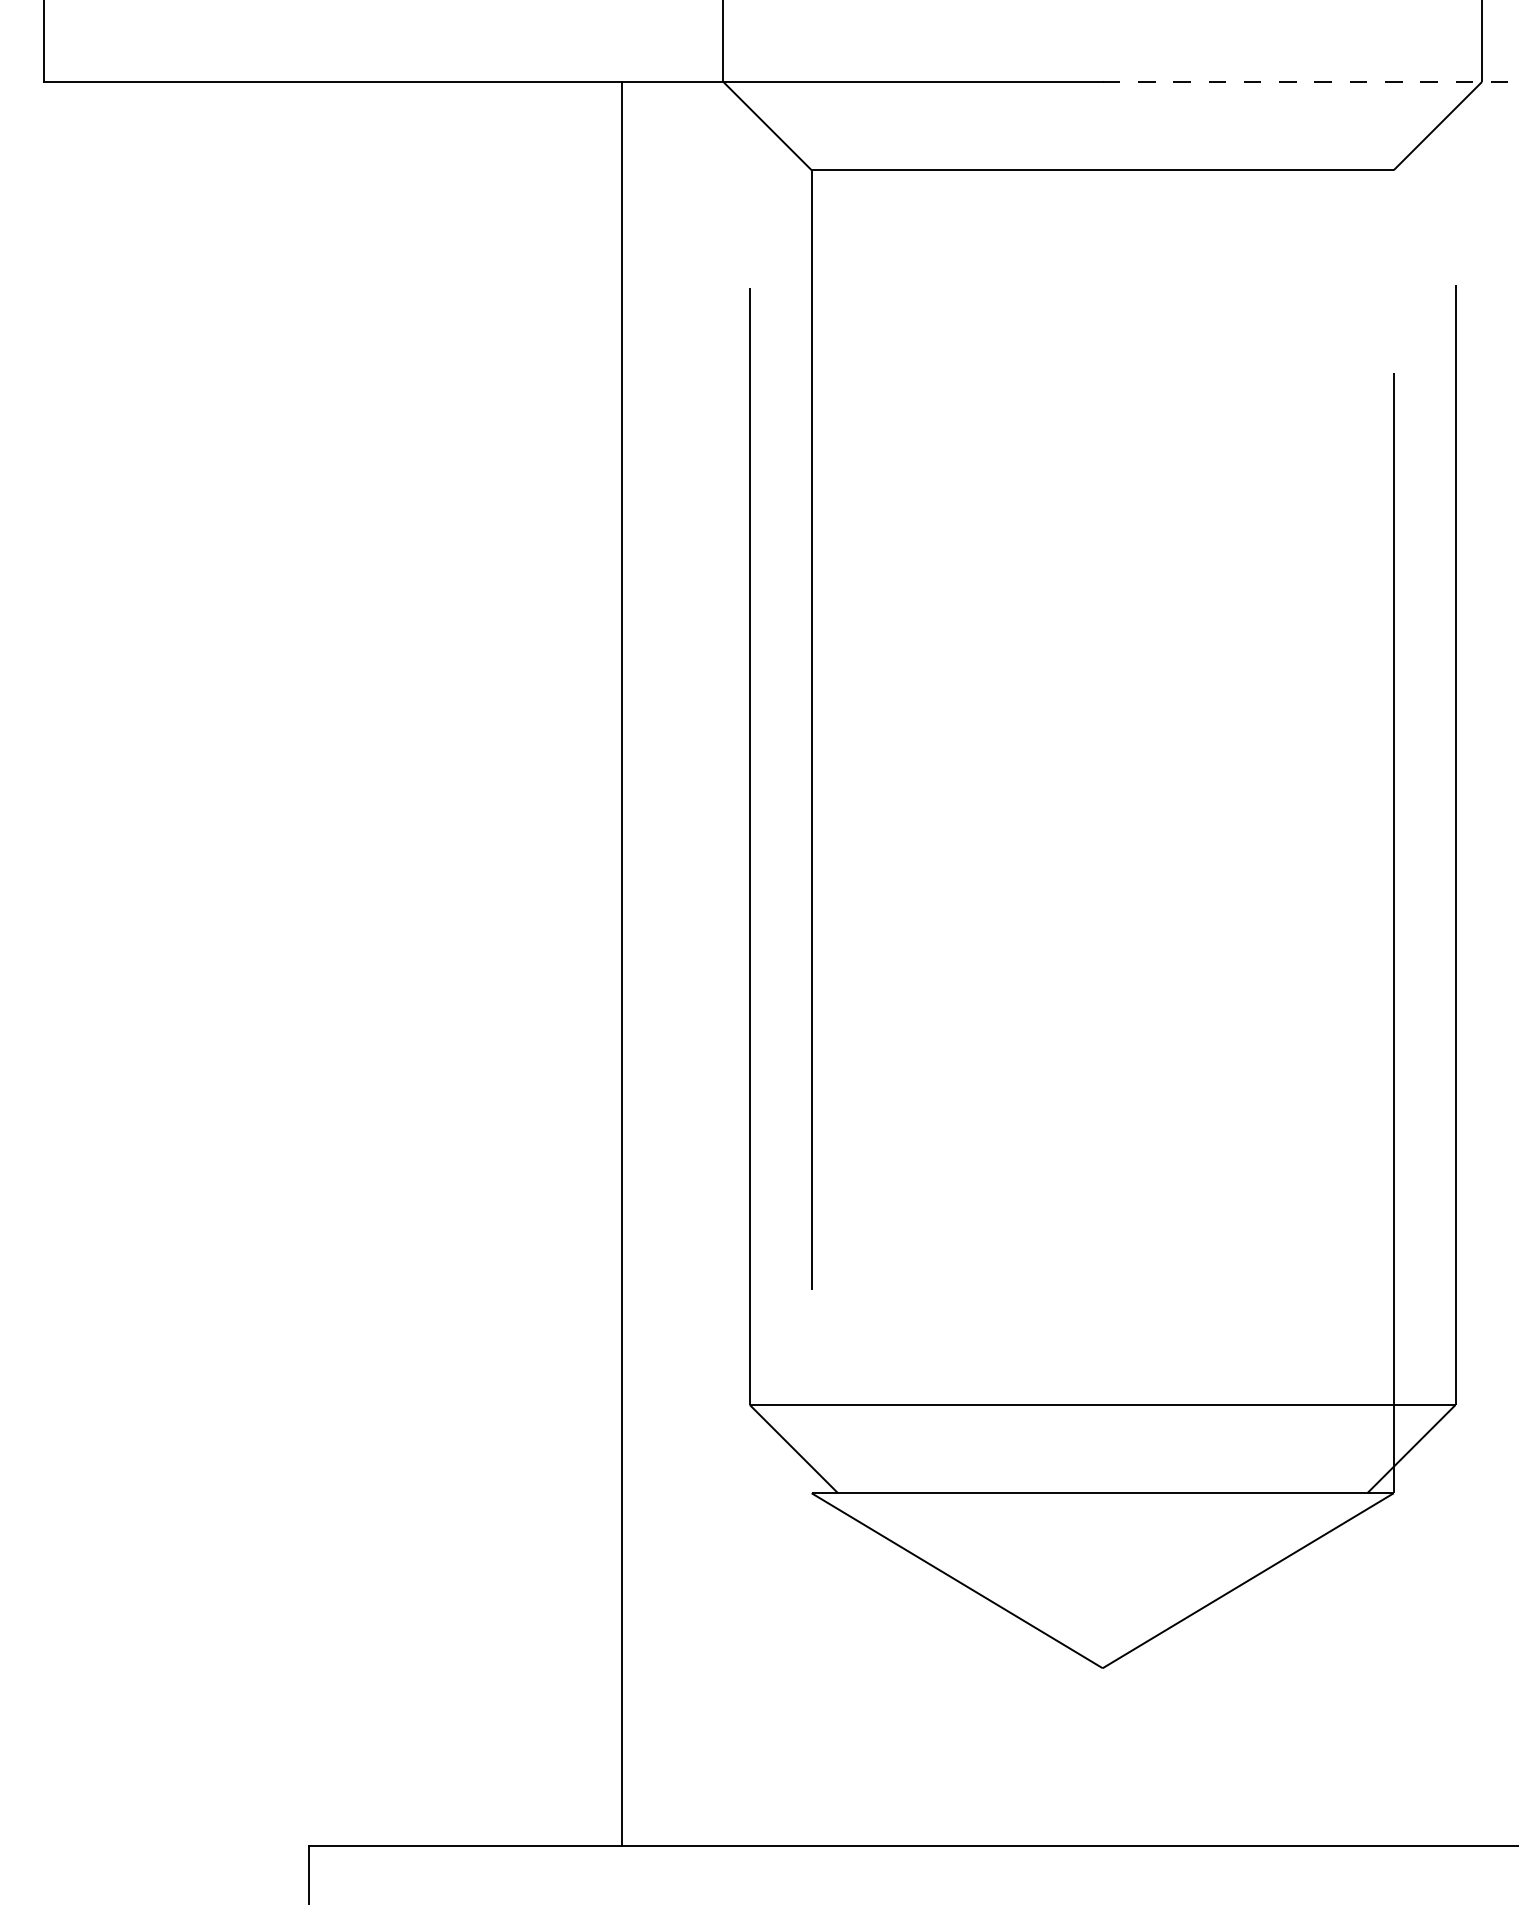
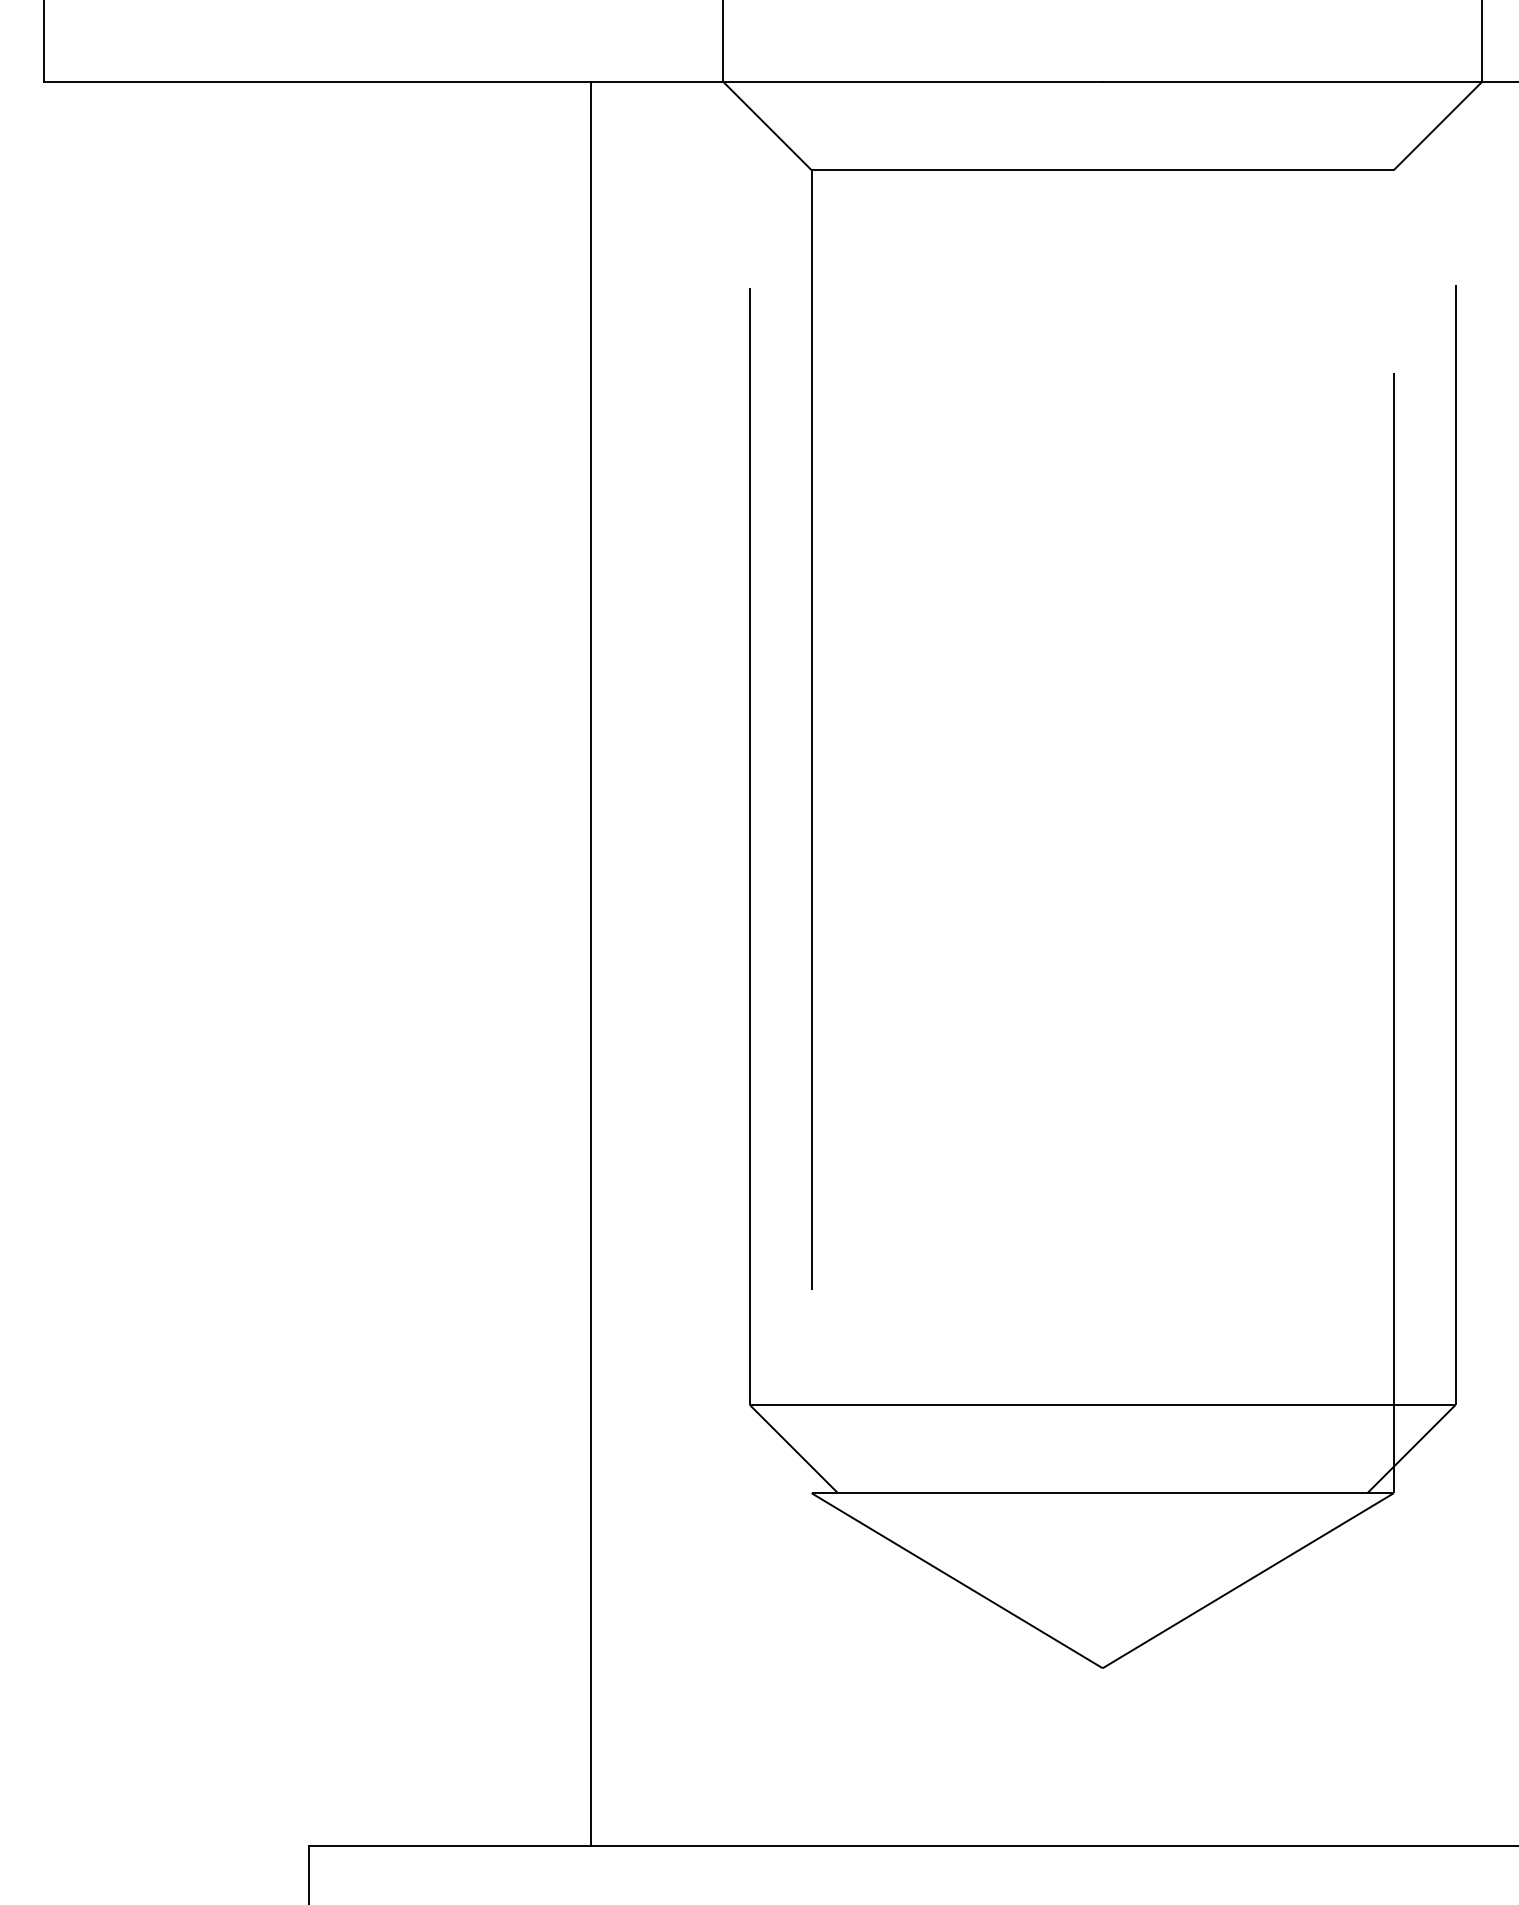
line at (1310, 82): dashed -> solid
line at (622, 964) position: (622, 964) -> (591, 964)
